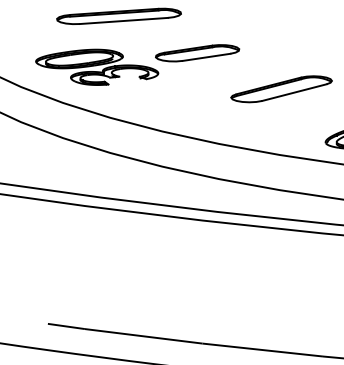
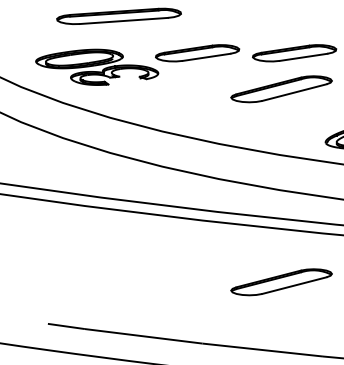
part at (294, 53): none -> present
part at (281, 282): none -> present
